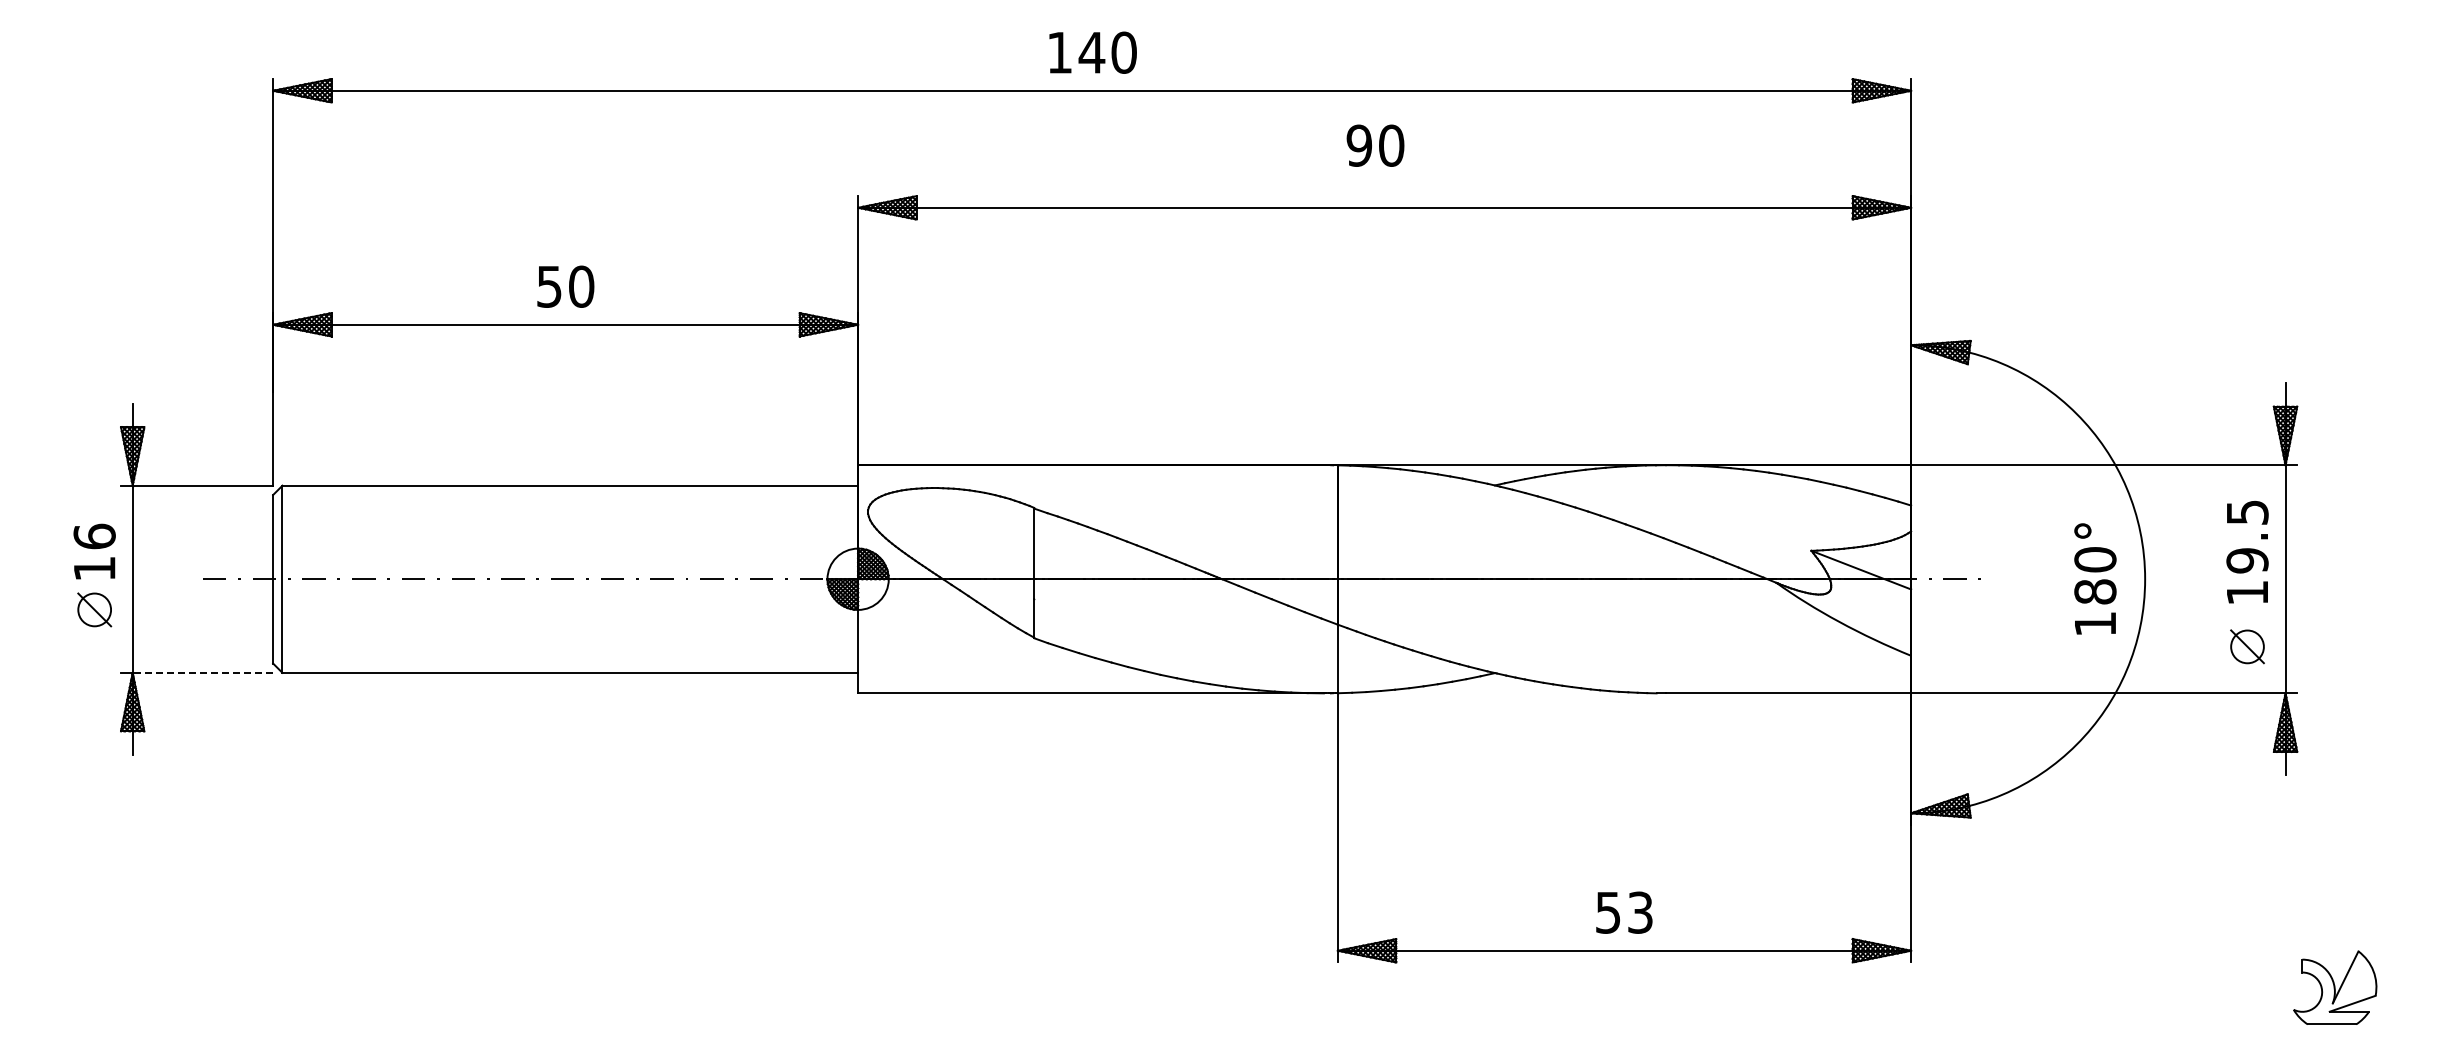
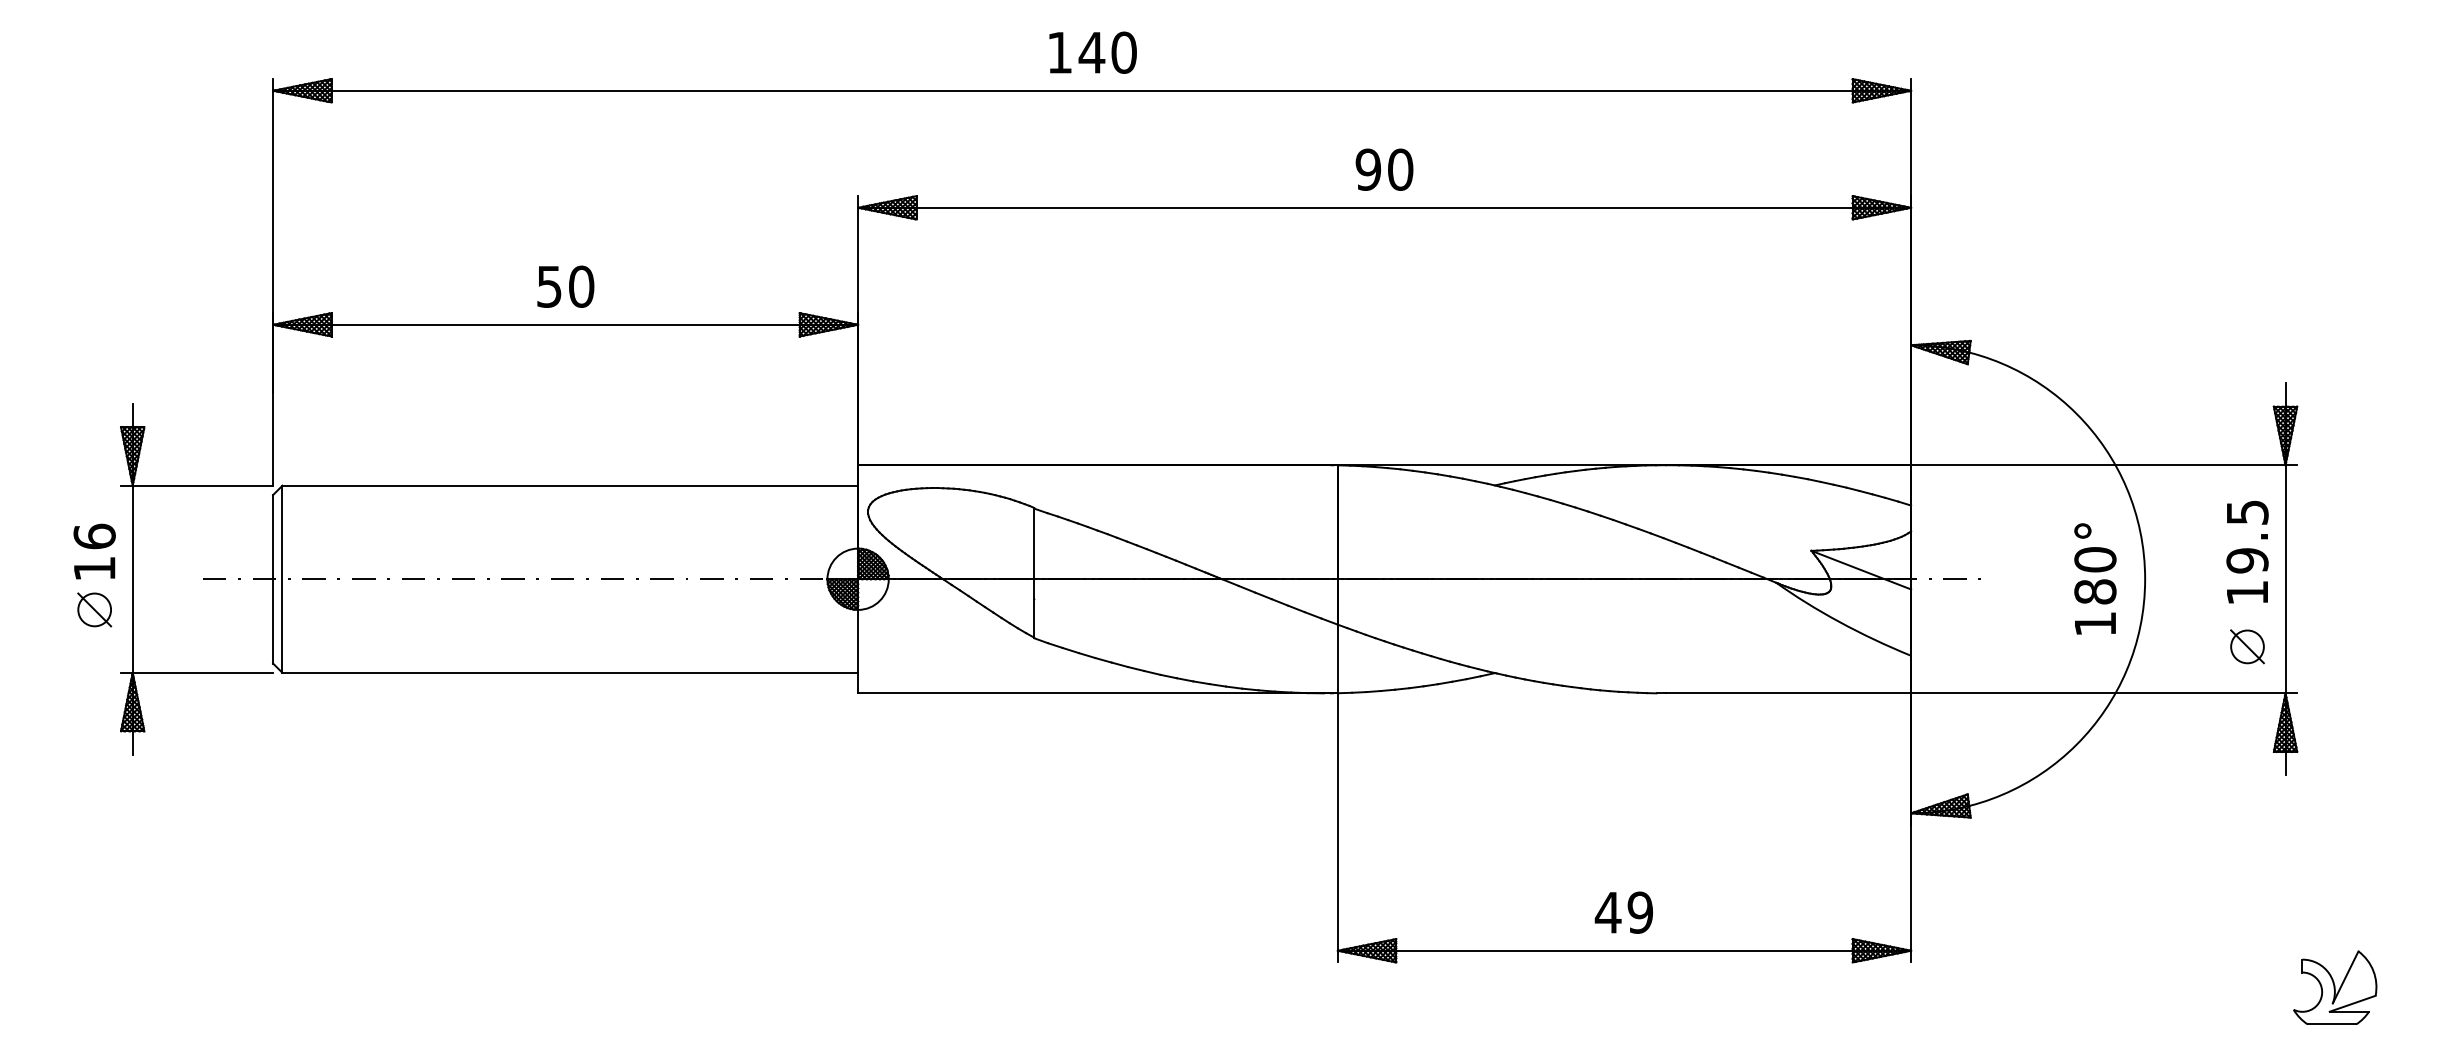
text at (1375, 145) position: (1375, 145) -> (1384, 169)
line at (202, 672): dashed -> solid
text at (1623, 912): 53 -> 49
